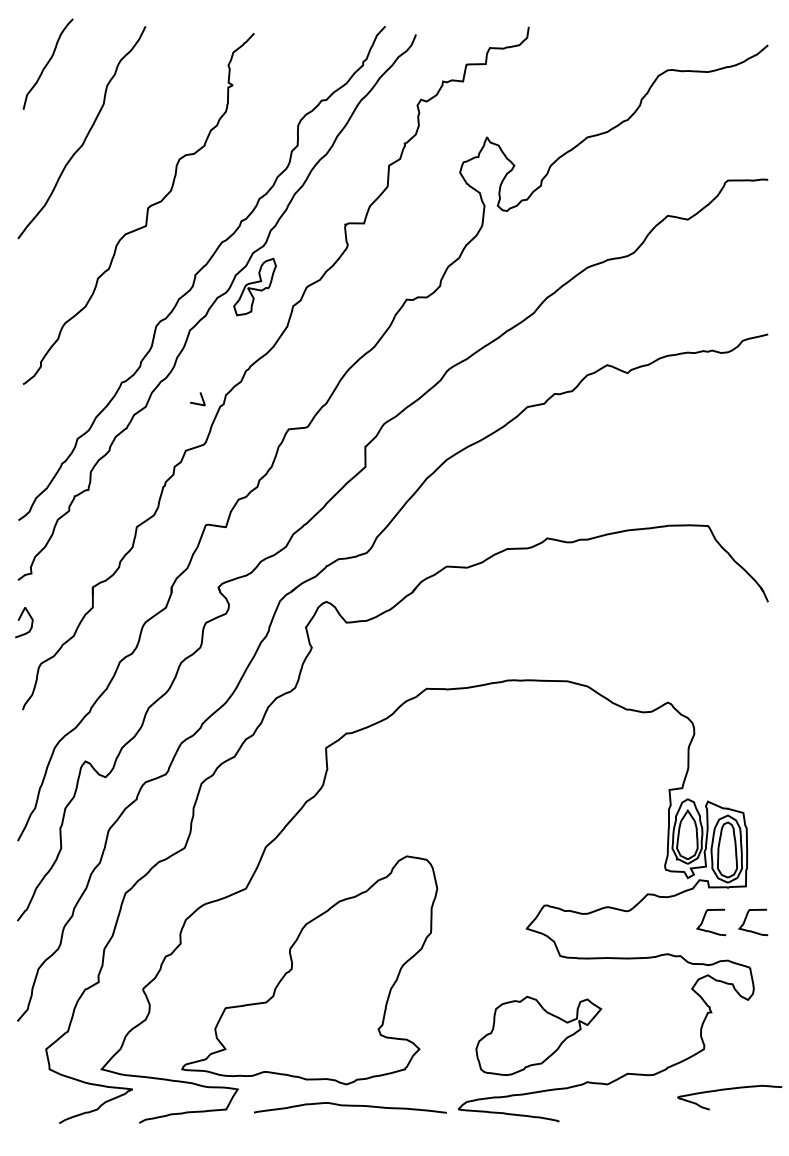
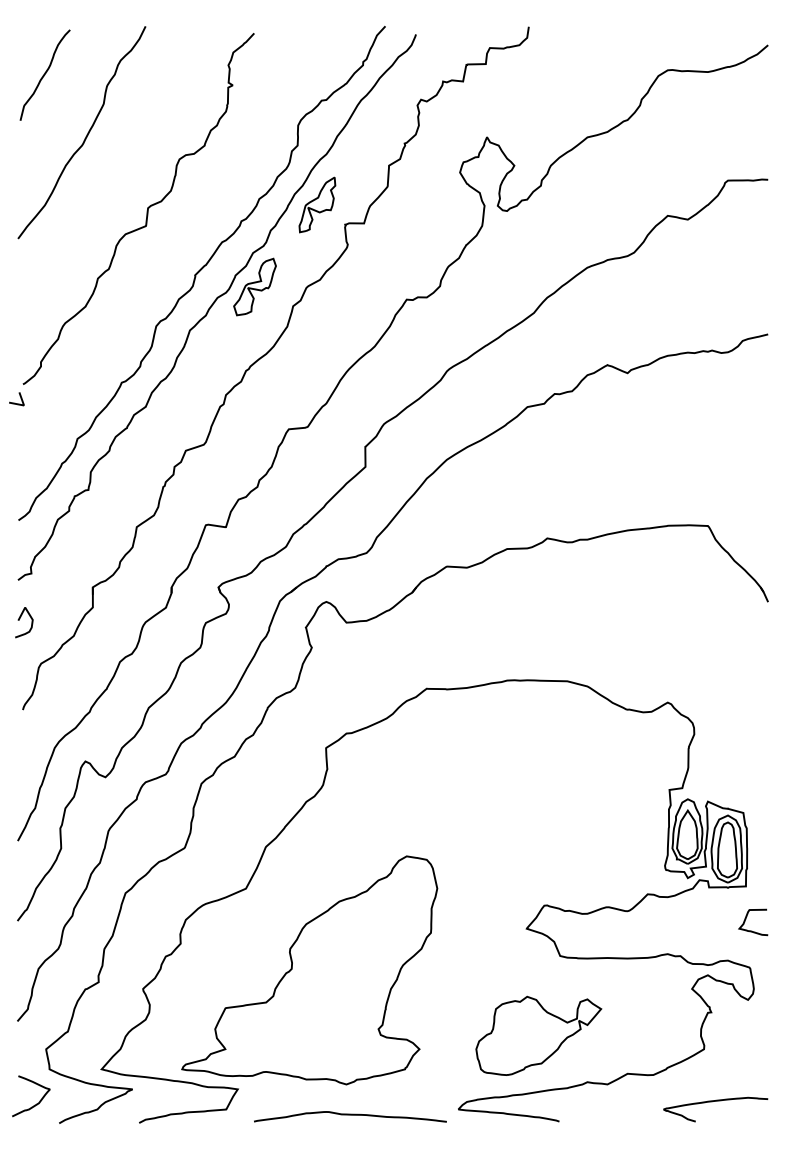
curve at (47, 63) position: (47, 63) -> (44, 74)
part at (317, 204): none -> present
line at (196, 402) position: (196, 402) -> (15, 402)
curve at (704, 919): present -> none
curve at (726, 1090) position: (726, 1090) -> (712, 1102)
curve at (34, 1104): none -> present
curve at (350, 1106) position: (350, 1106) -> (350, 1115)
